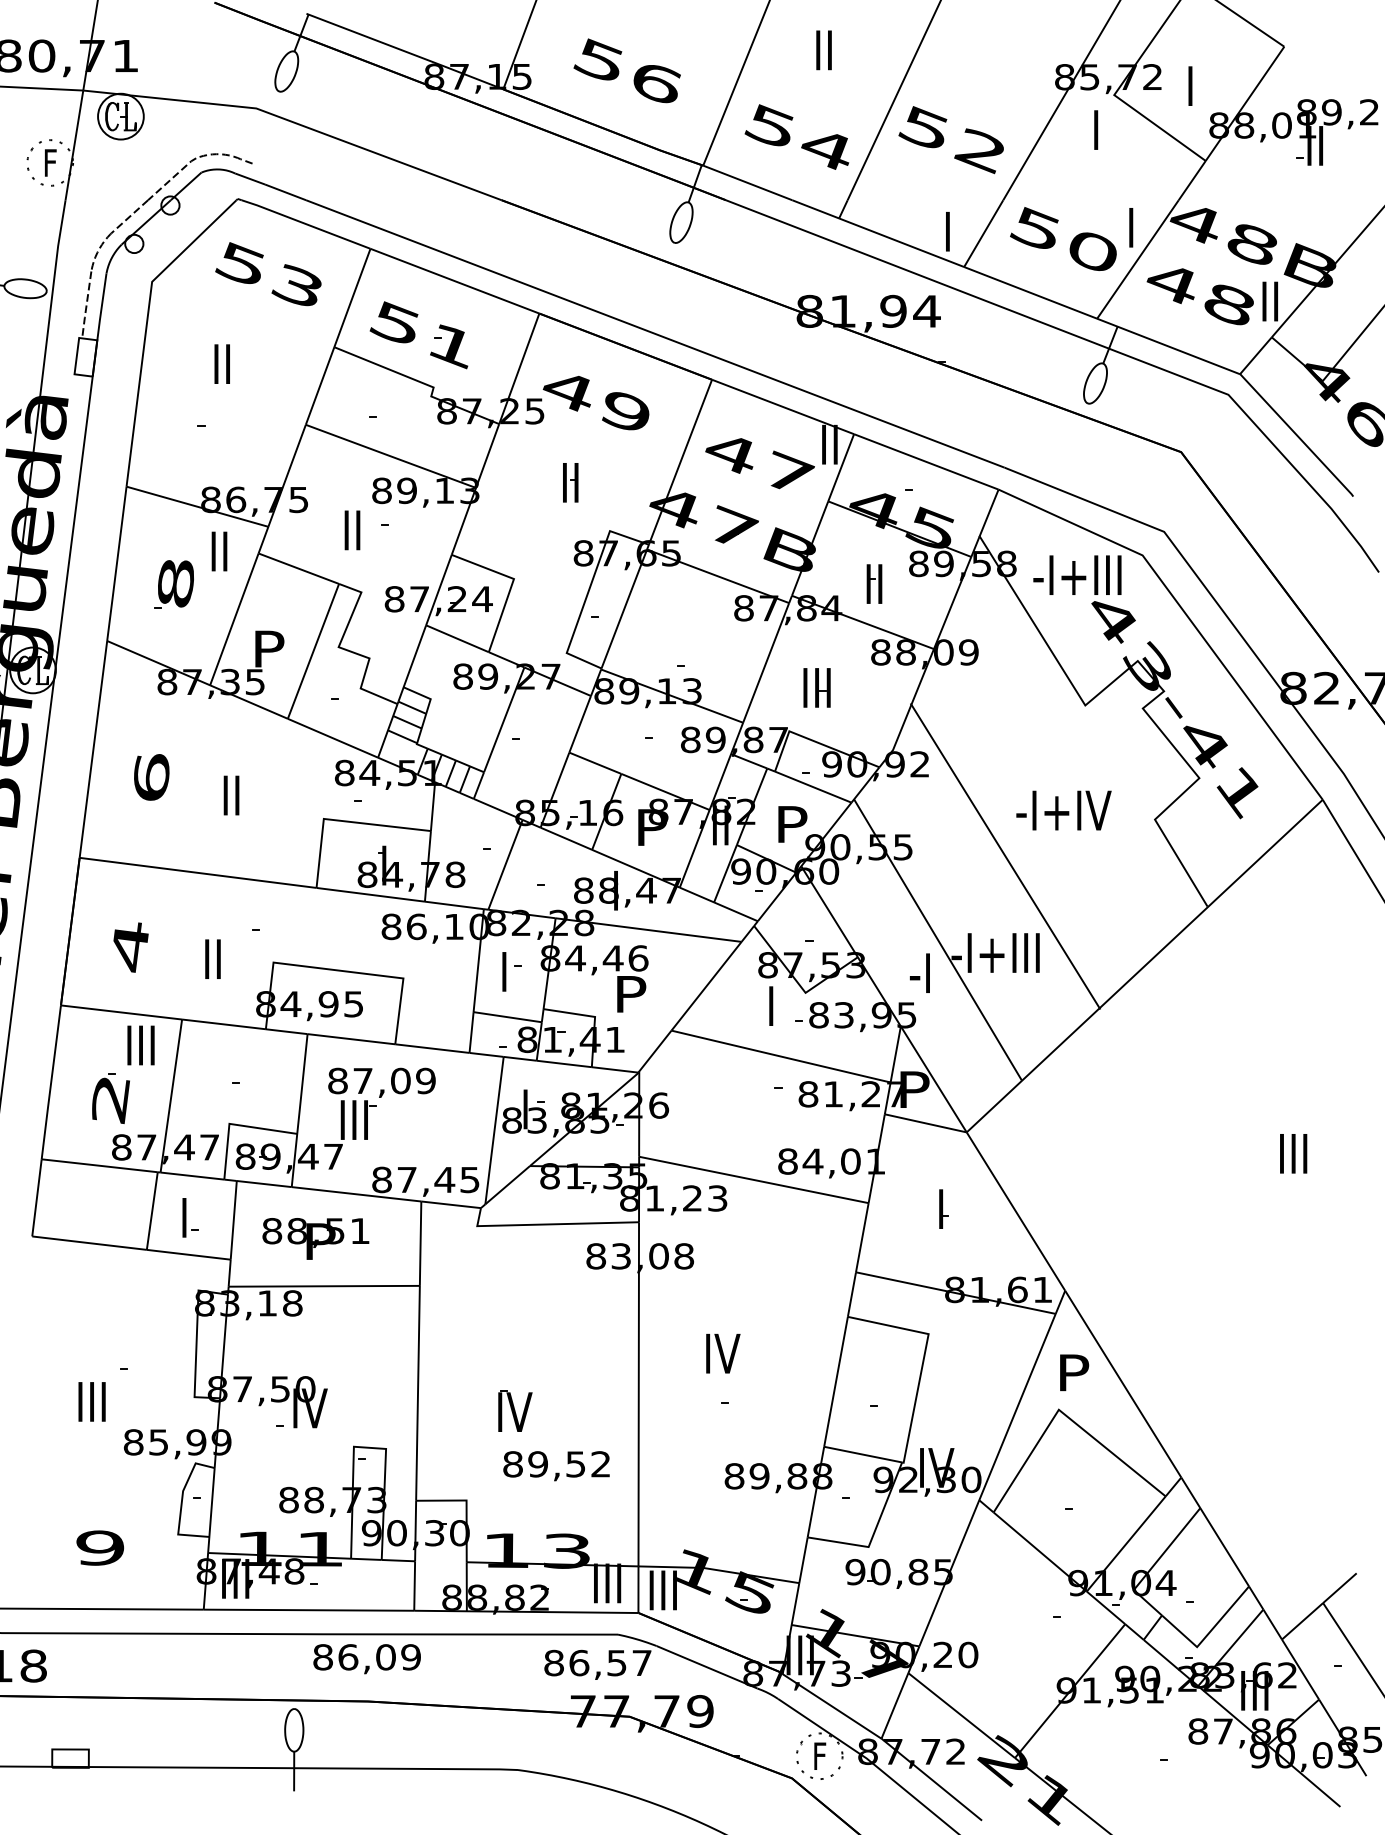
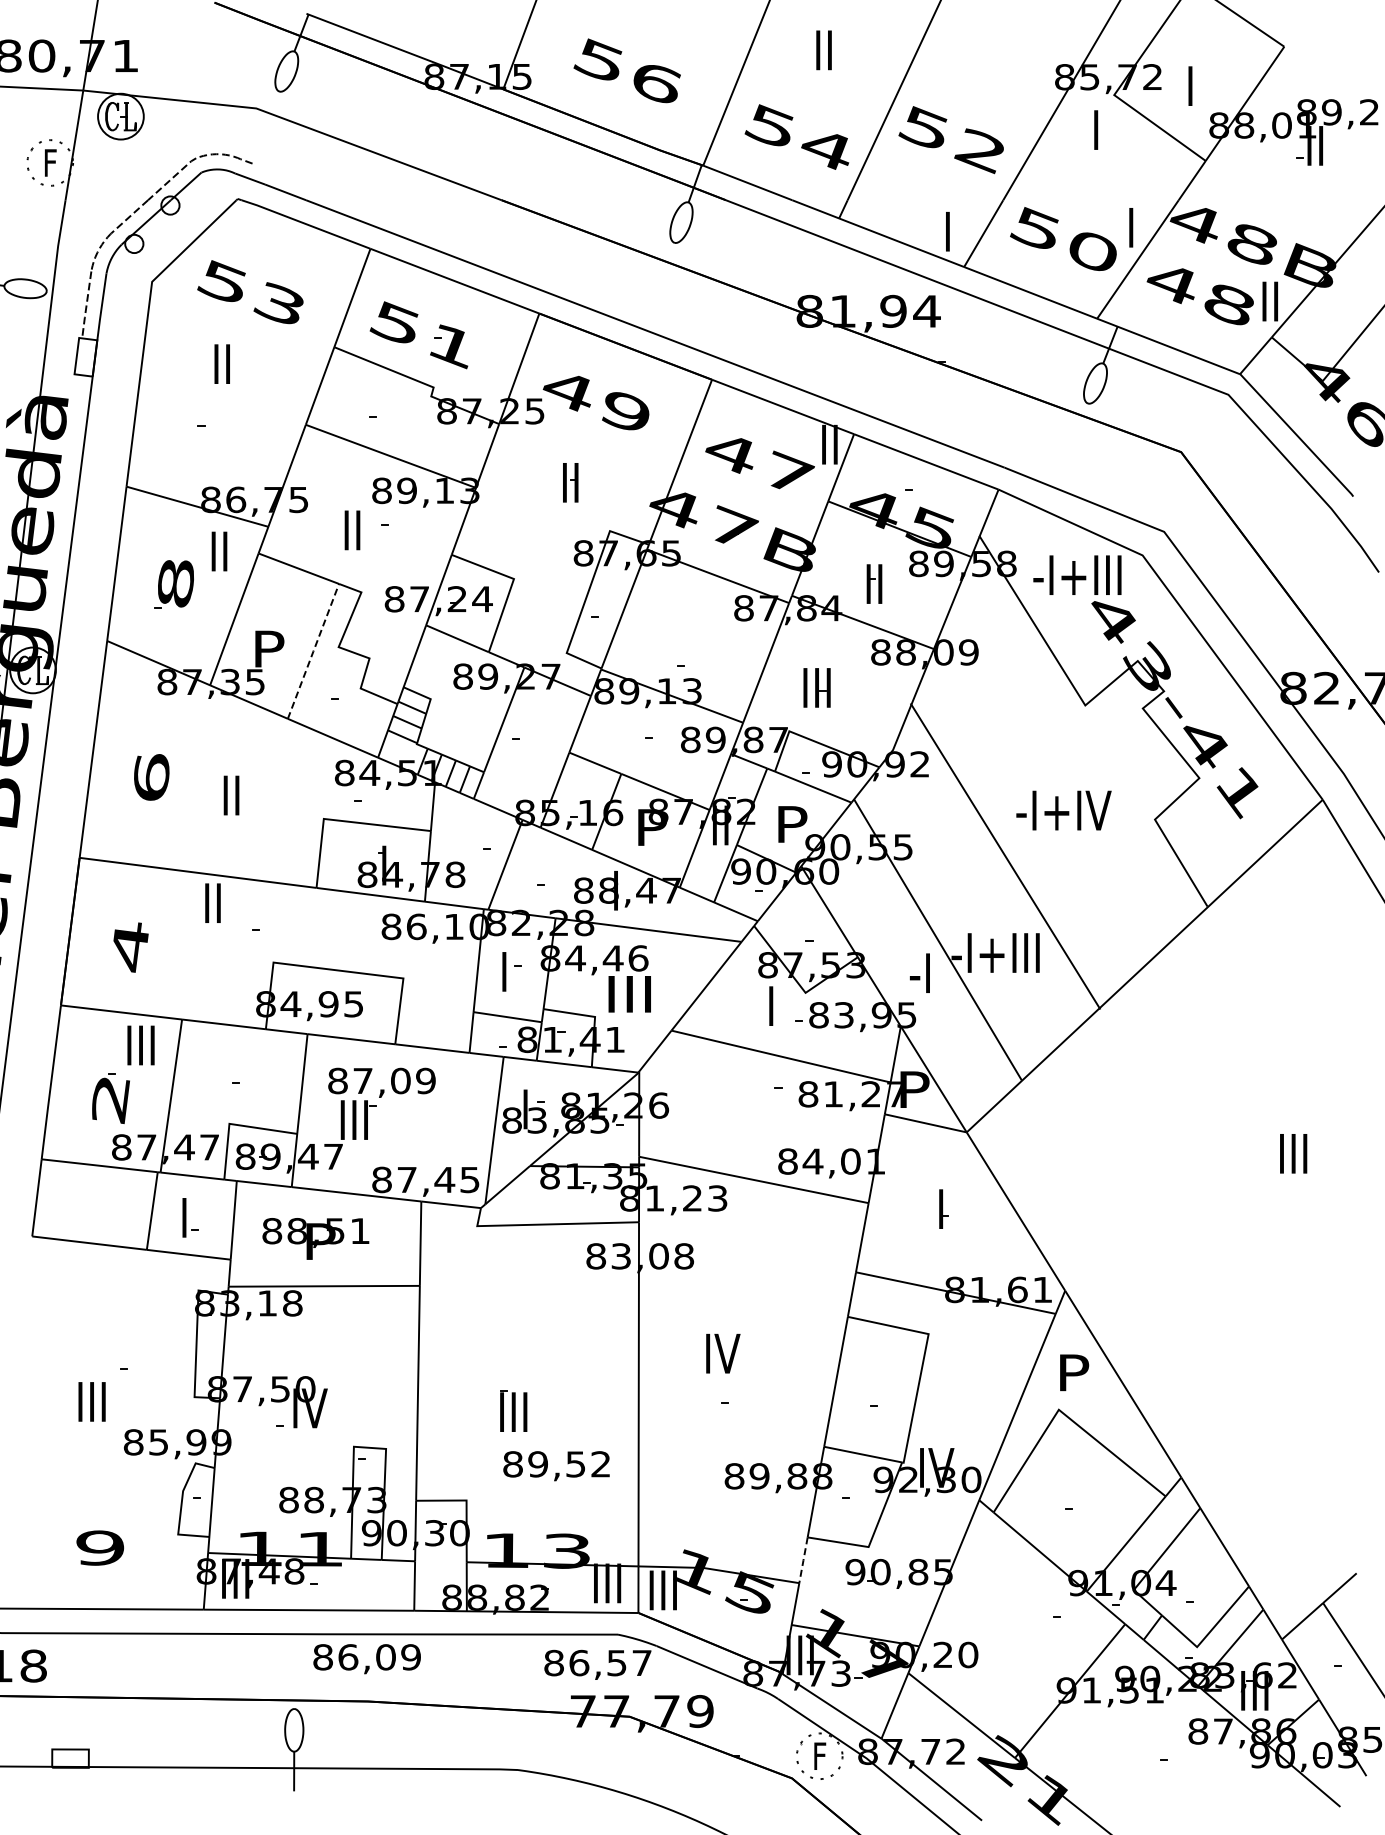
text at (268, 274) position: (268, 274) -> (250, 292)
line at (313, 651): solid -> dashed
text at (212, 958) position: (212, 958) -> (212, 902)
text at (629, 994): P -> III
text at (515, 1411): IV -> III
line at (803, 1560): solid -> dashed
